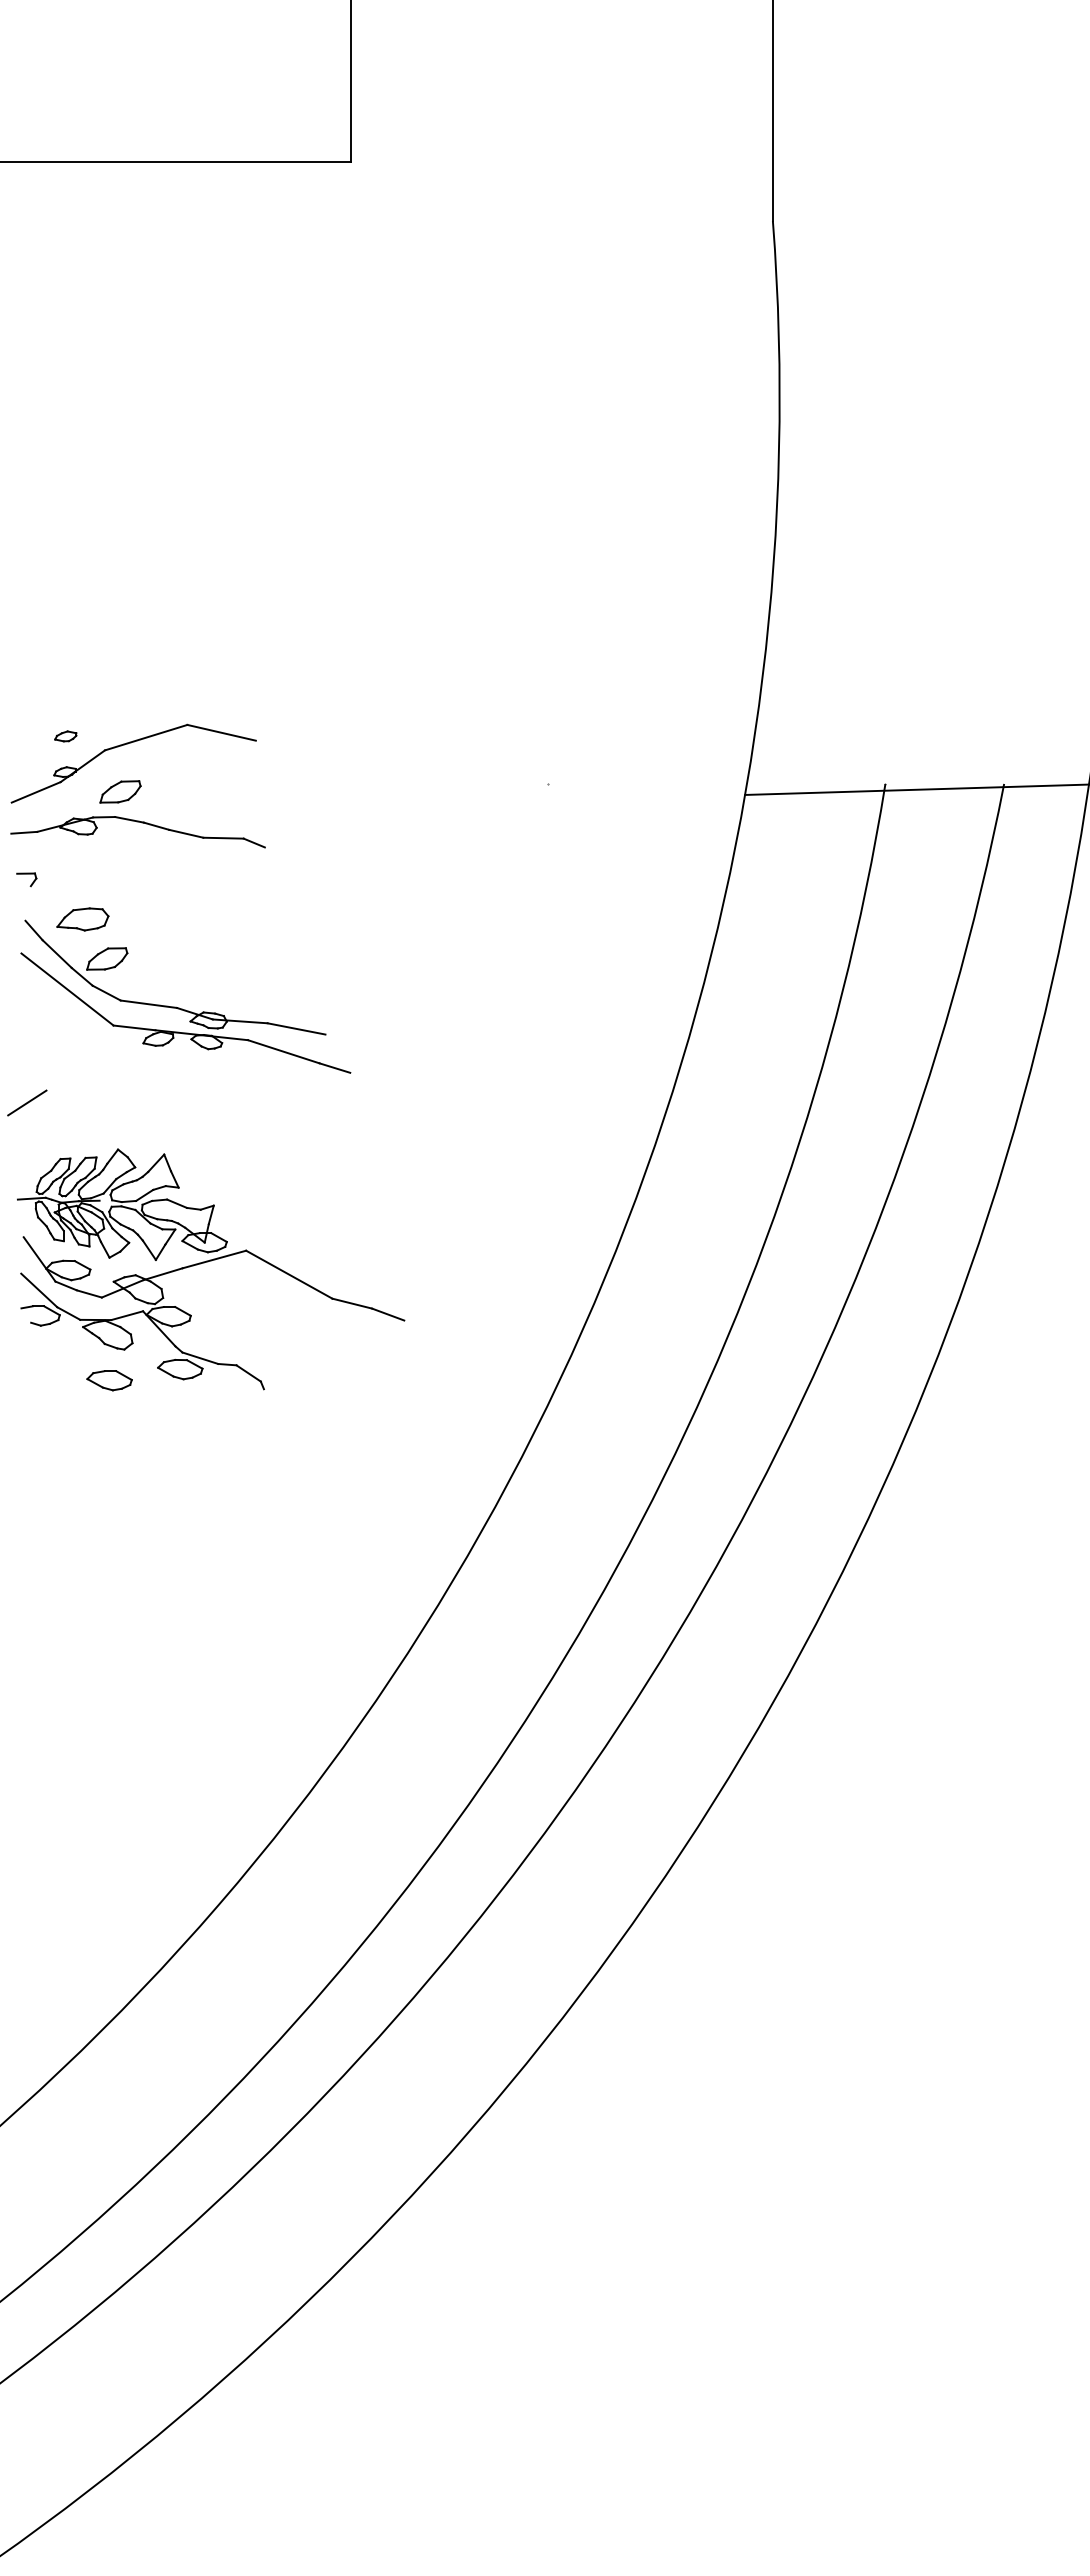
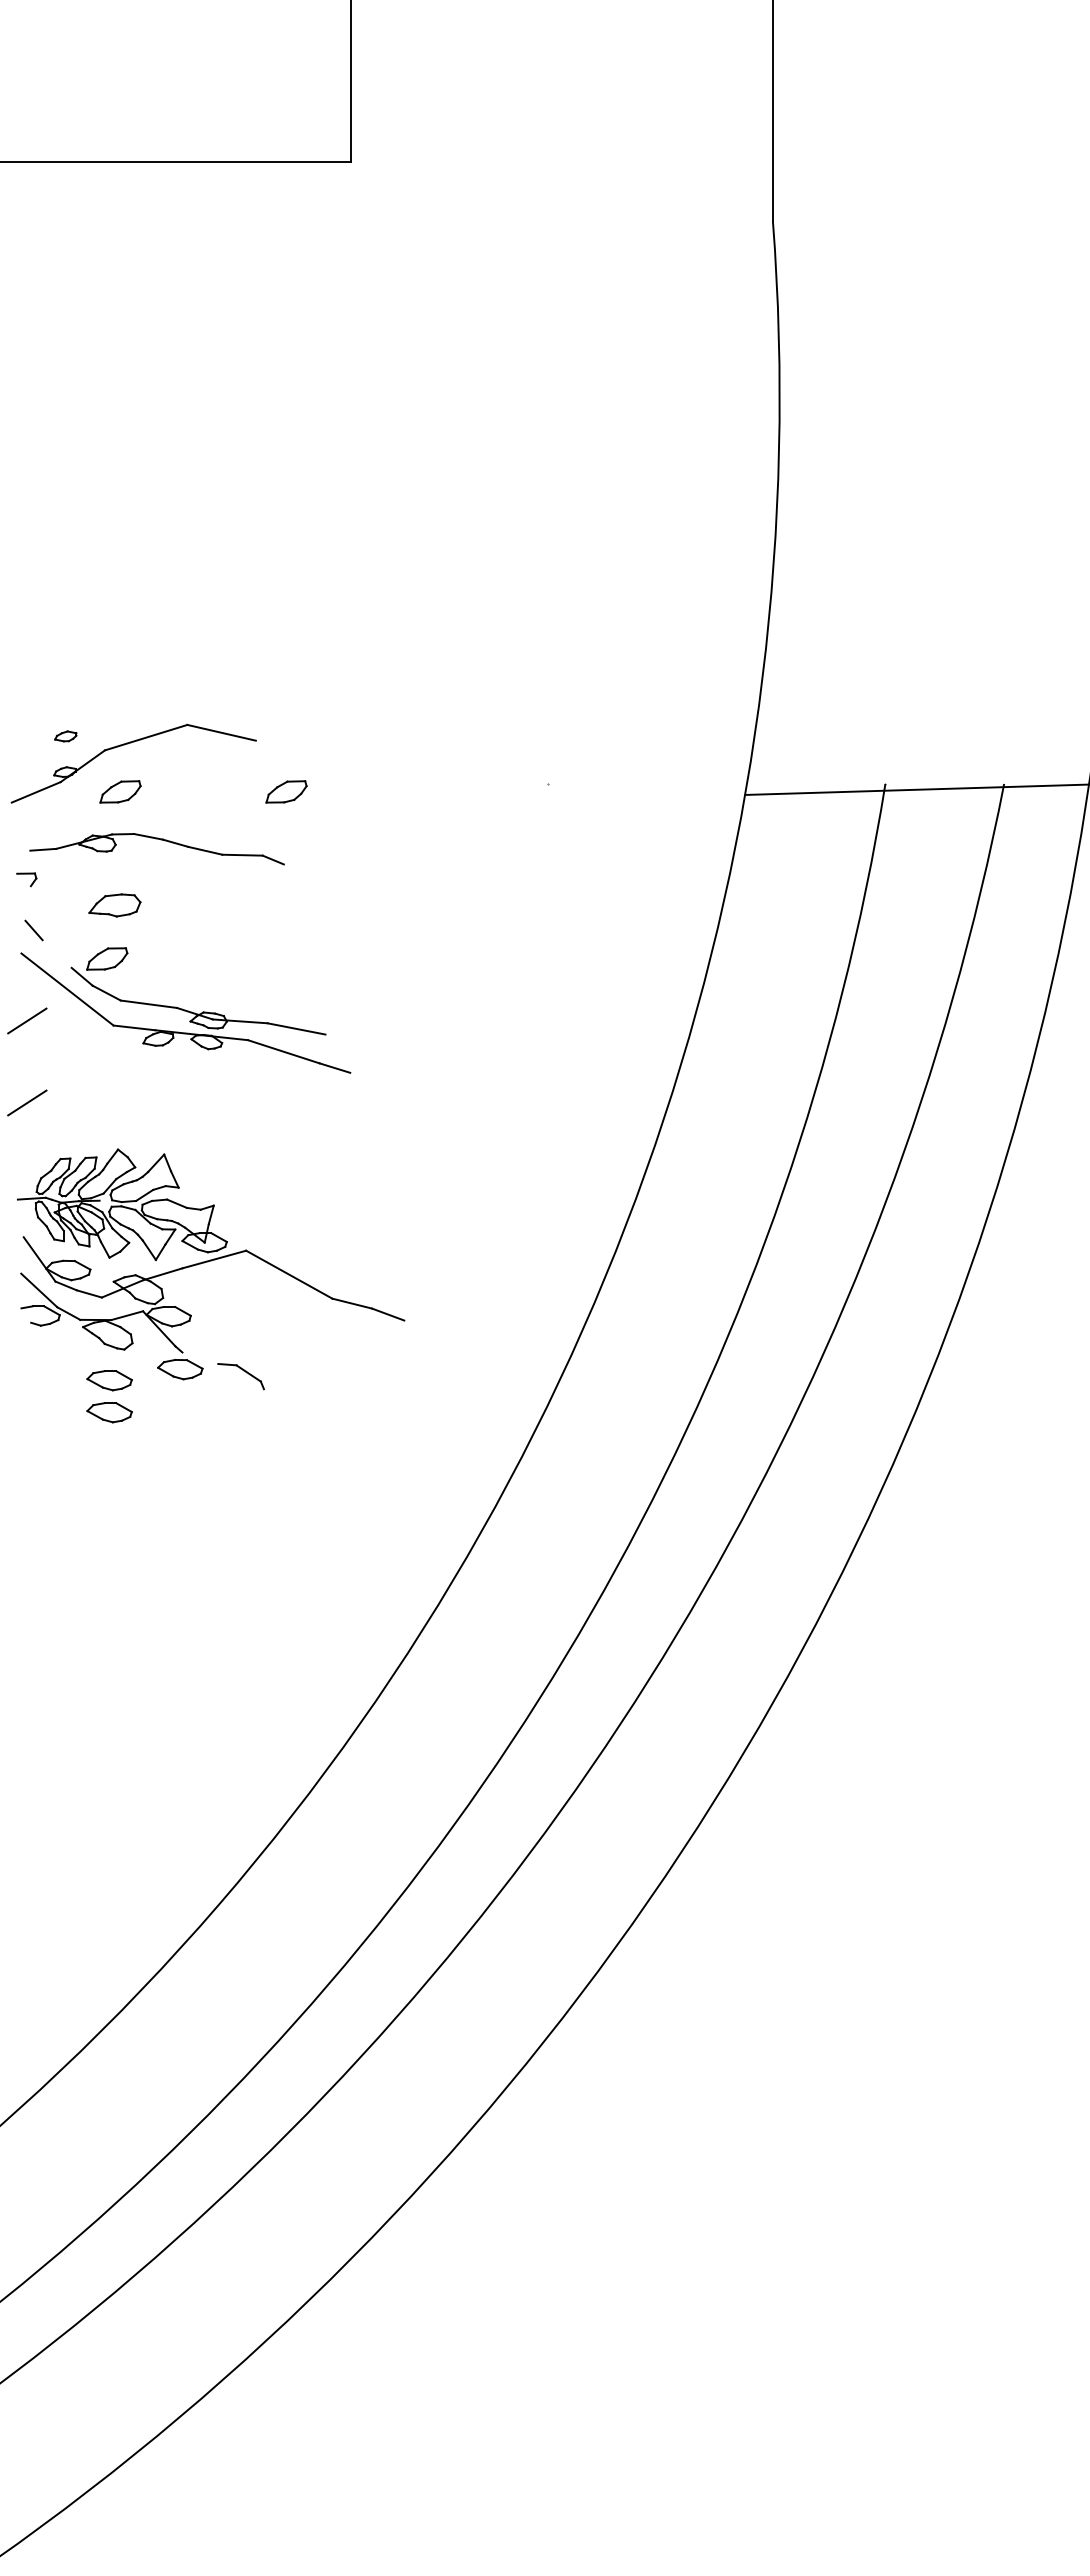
part at (286, 791): none -> present
part at (141, 823) position: (141, 823) -> (160, 840)
part at (82, 919) position: (82, 919) -> (114, 905)
line at (56, 953): present -> none
line at (27, 1020): none -> present
line at (200, 1357): present -> none
part at (109, 1412): none -> present
